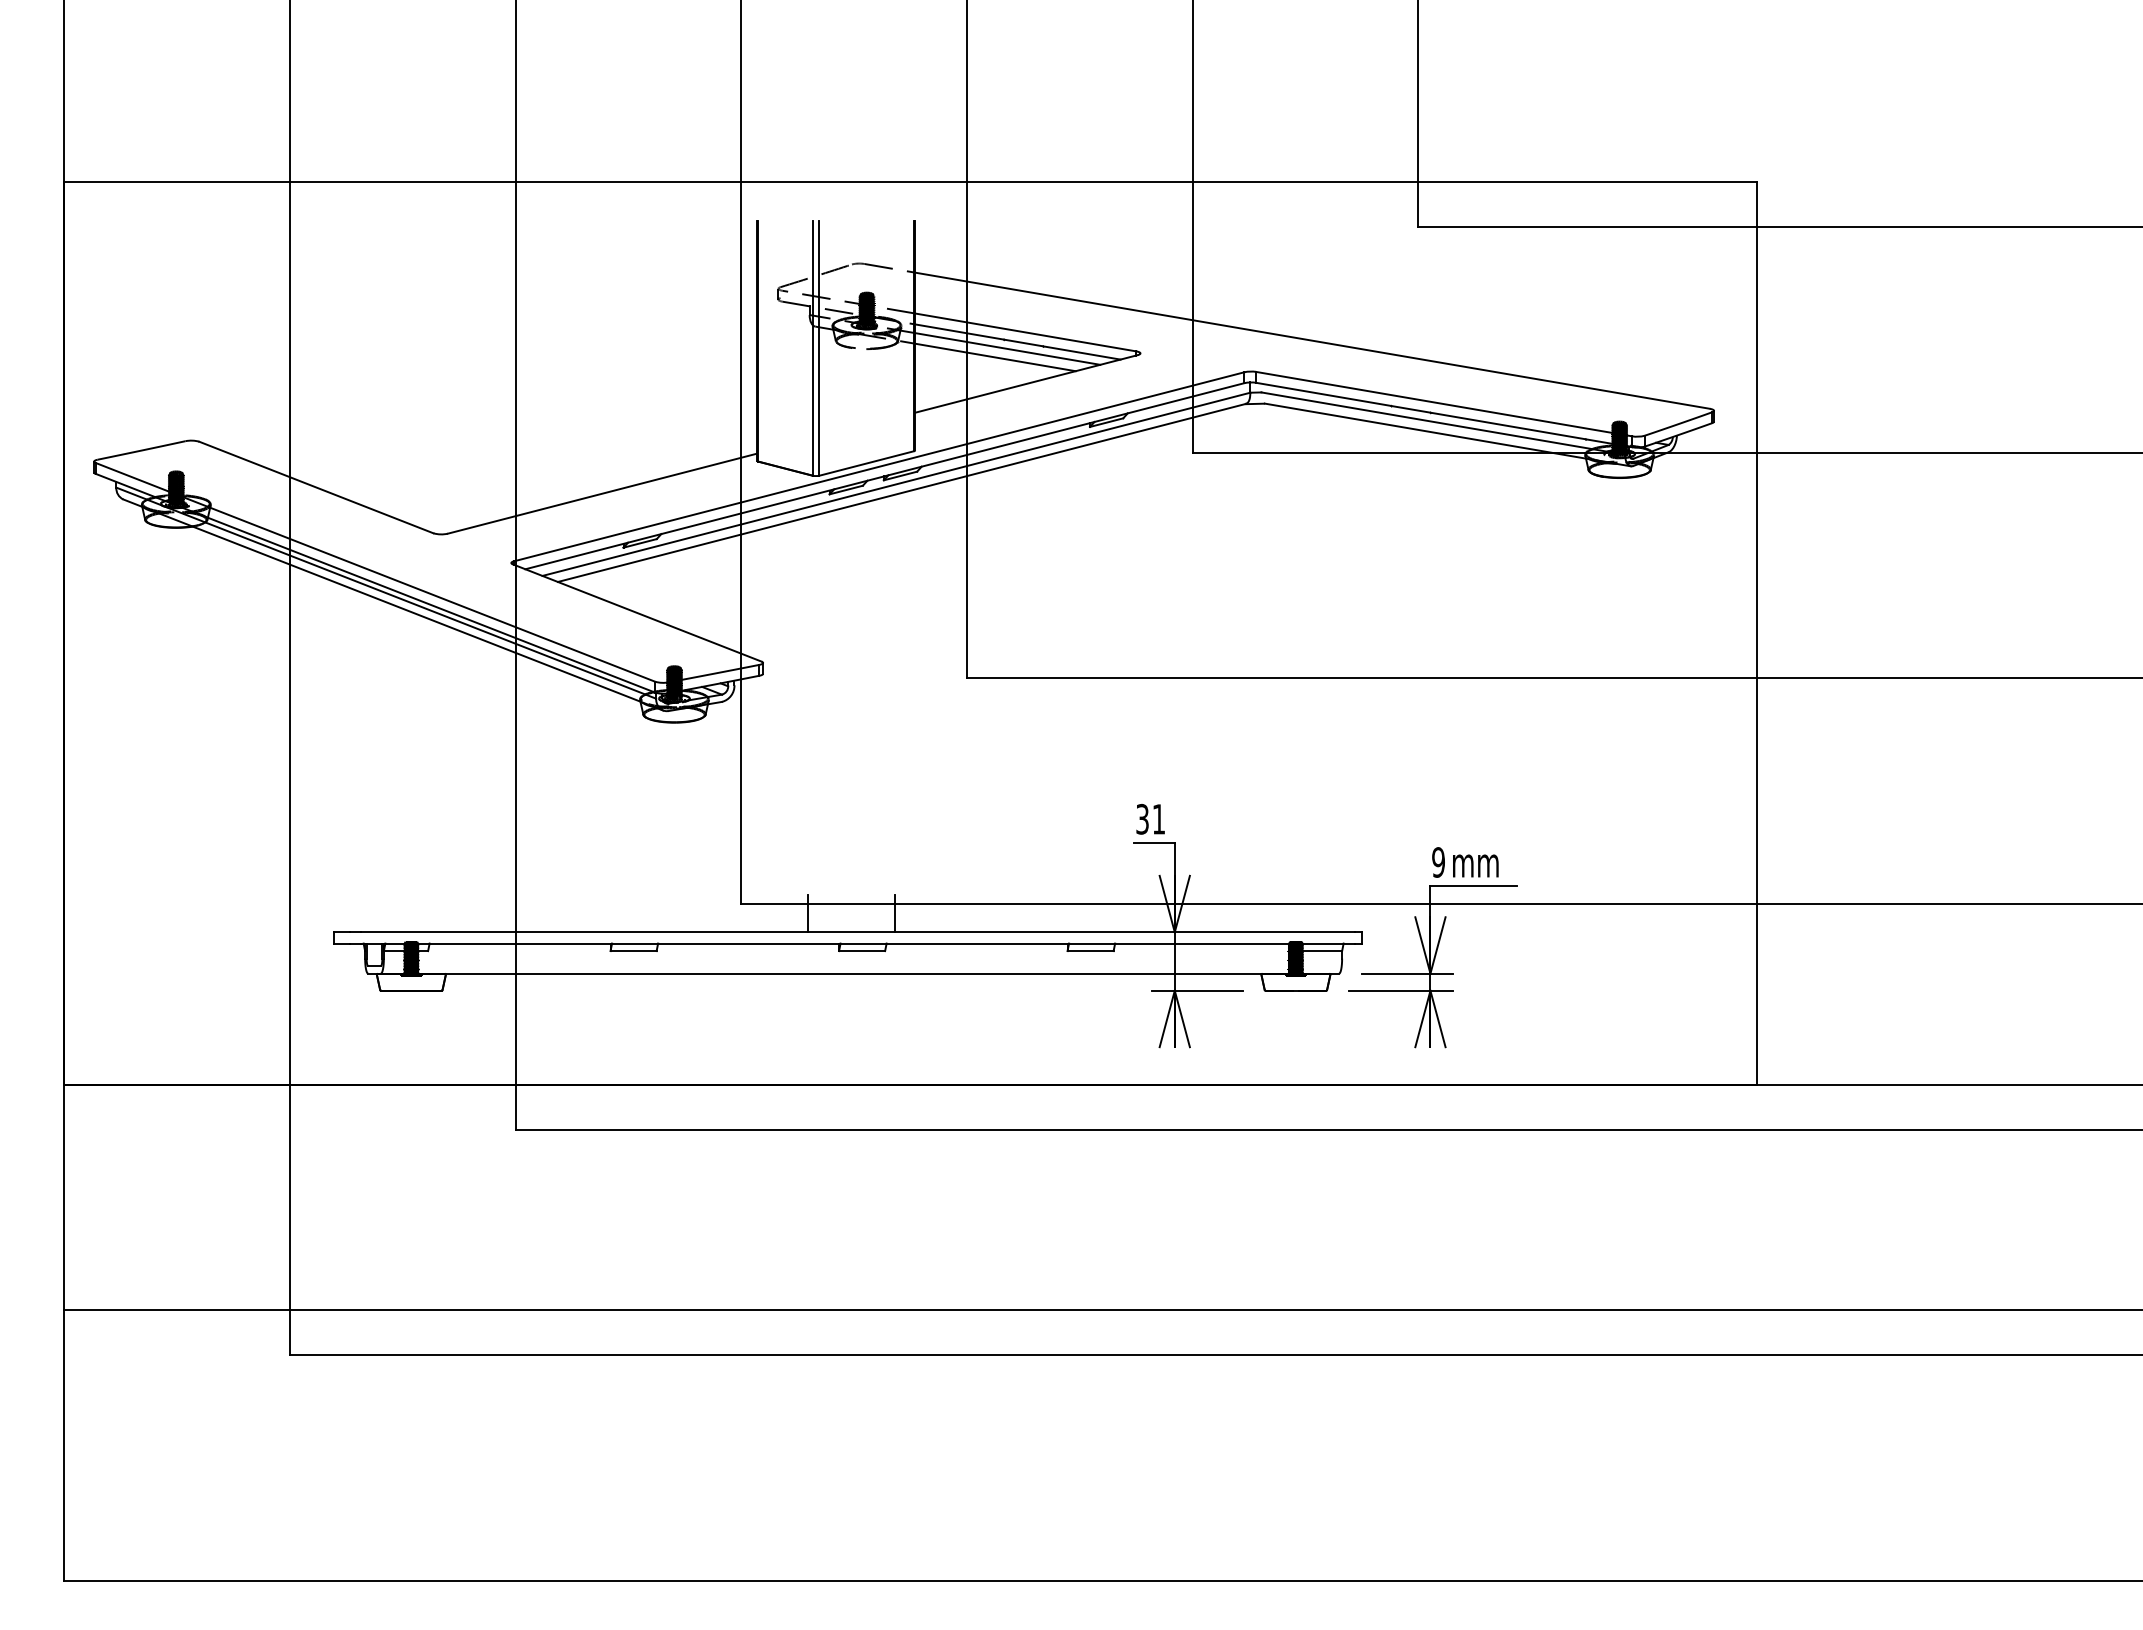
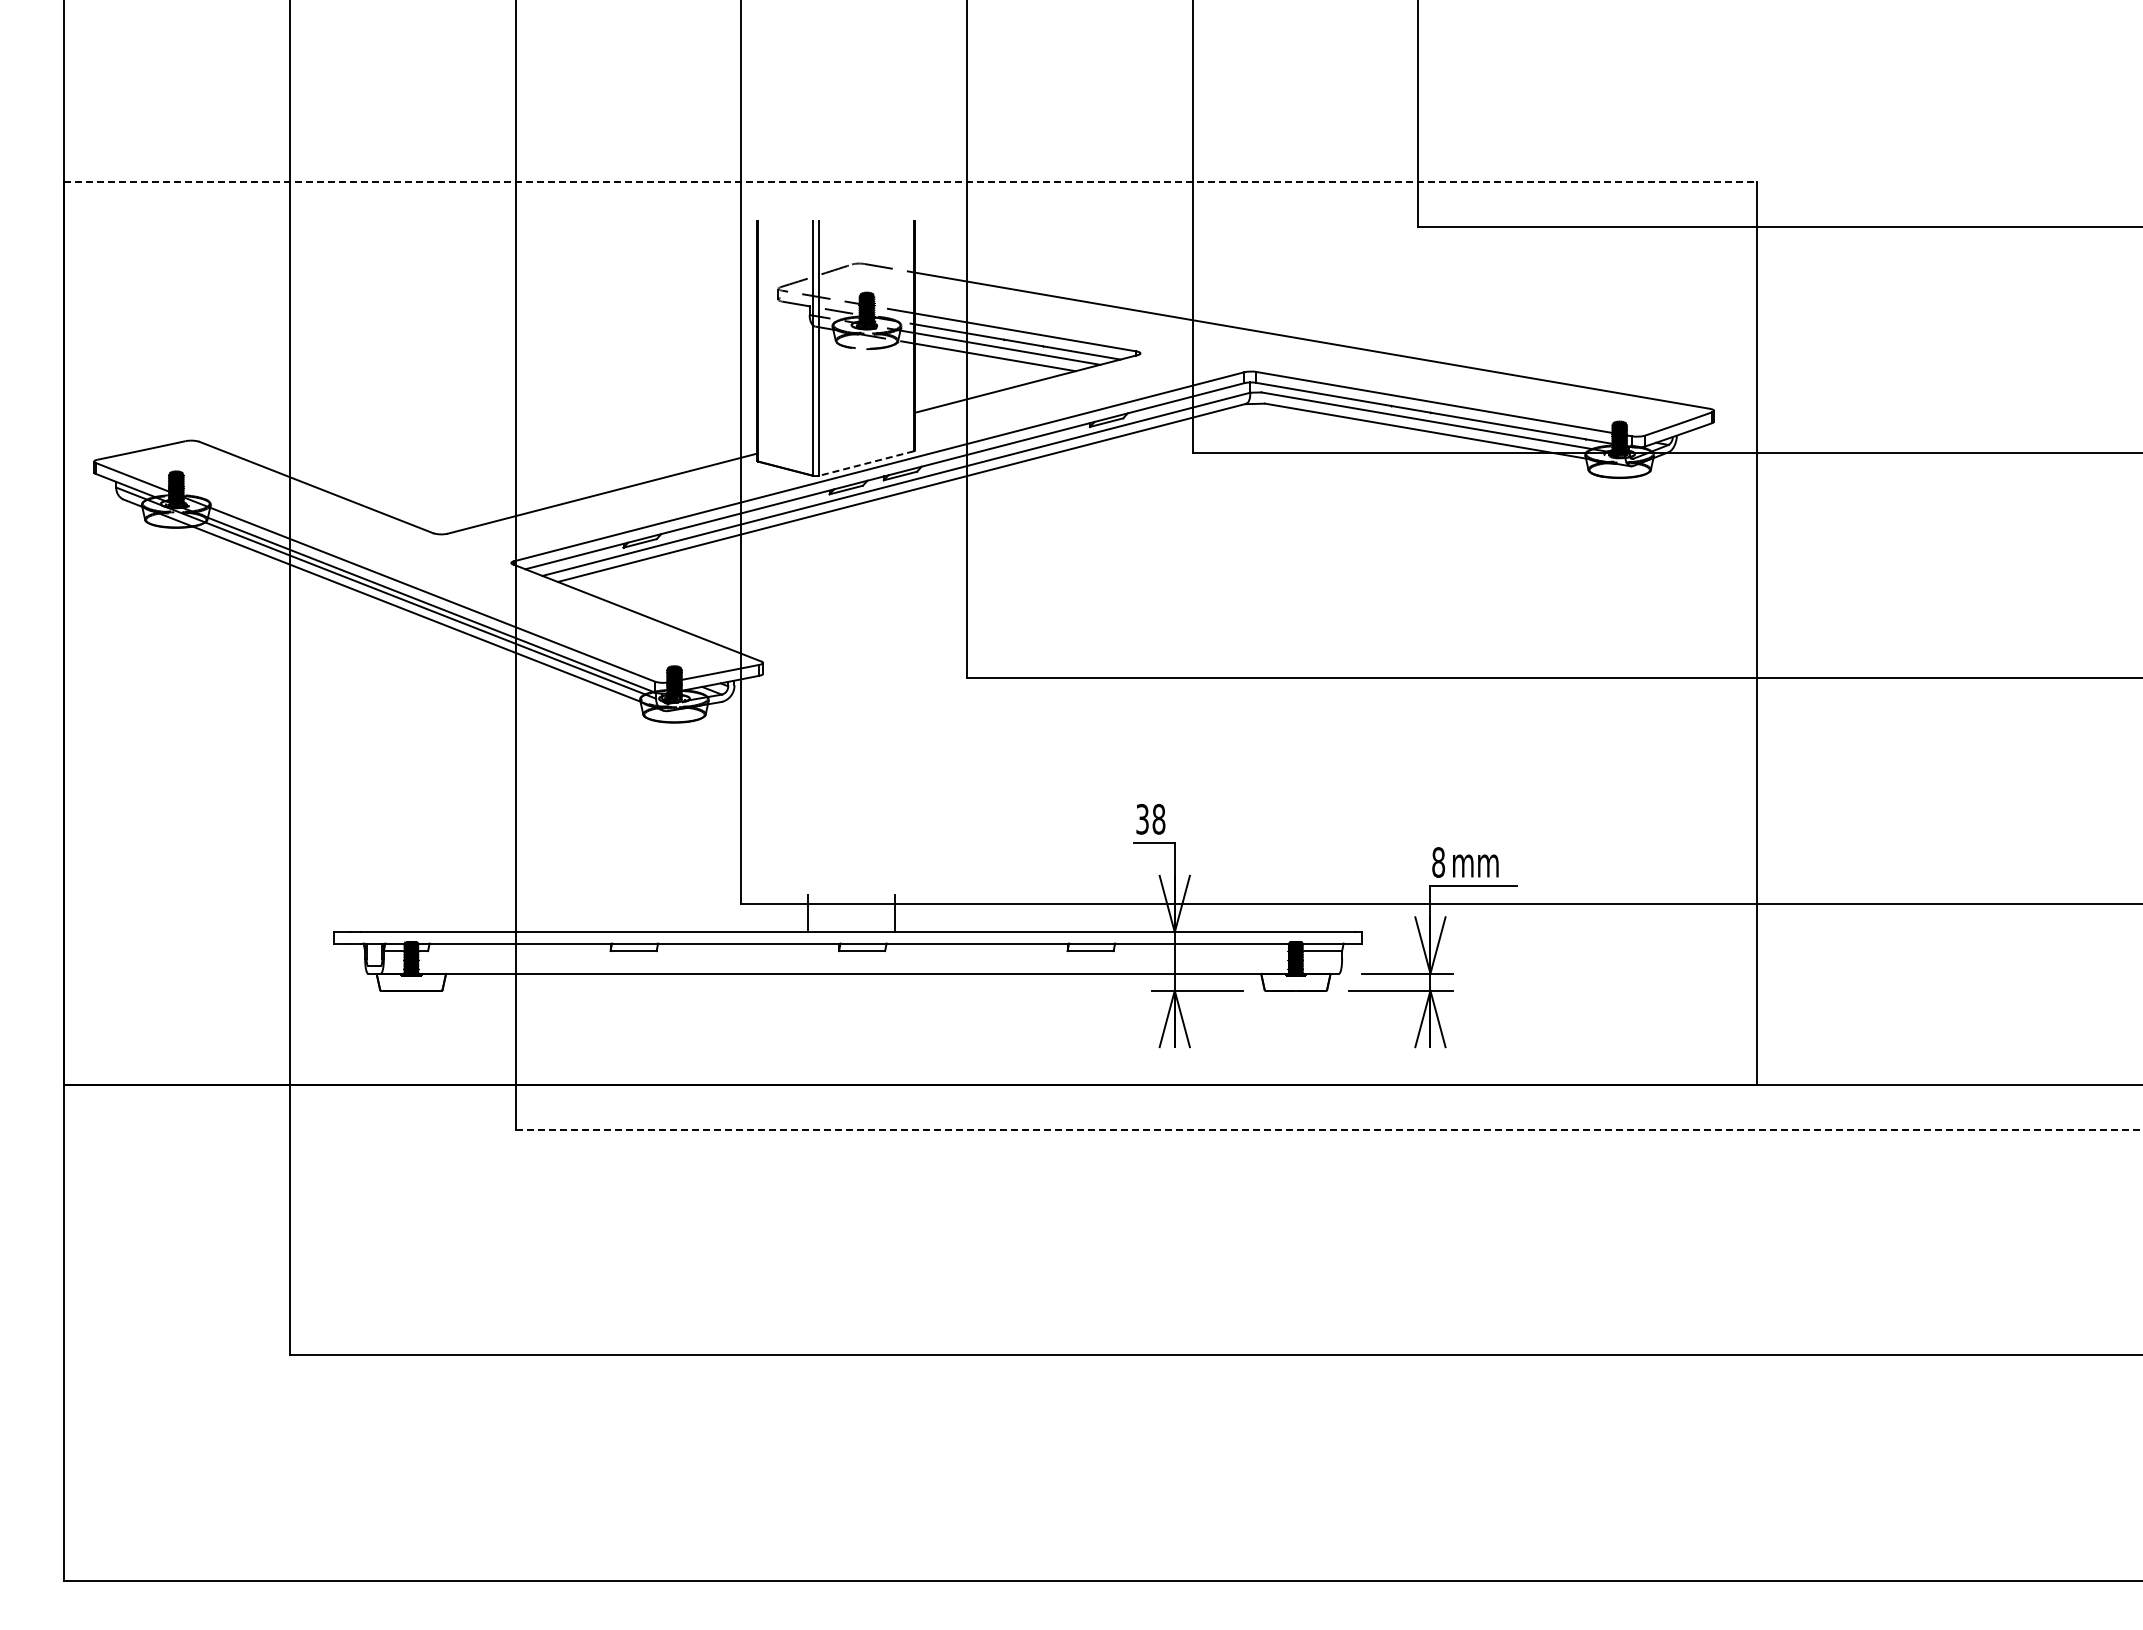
line at (911, 182): solid -> dashed
line at (866, 463): solid -> dashed
text at (1158, 819): 31 -> 38
text at (1438, 862): 9 -> 8
line at (1329, 1129): solid -> dashed
line at (1101, 1310): present -> none
